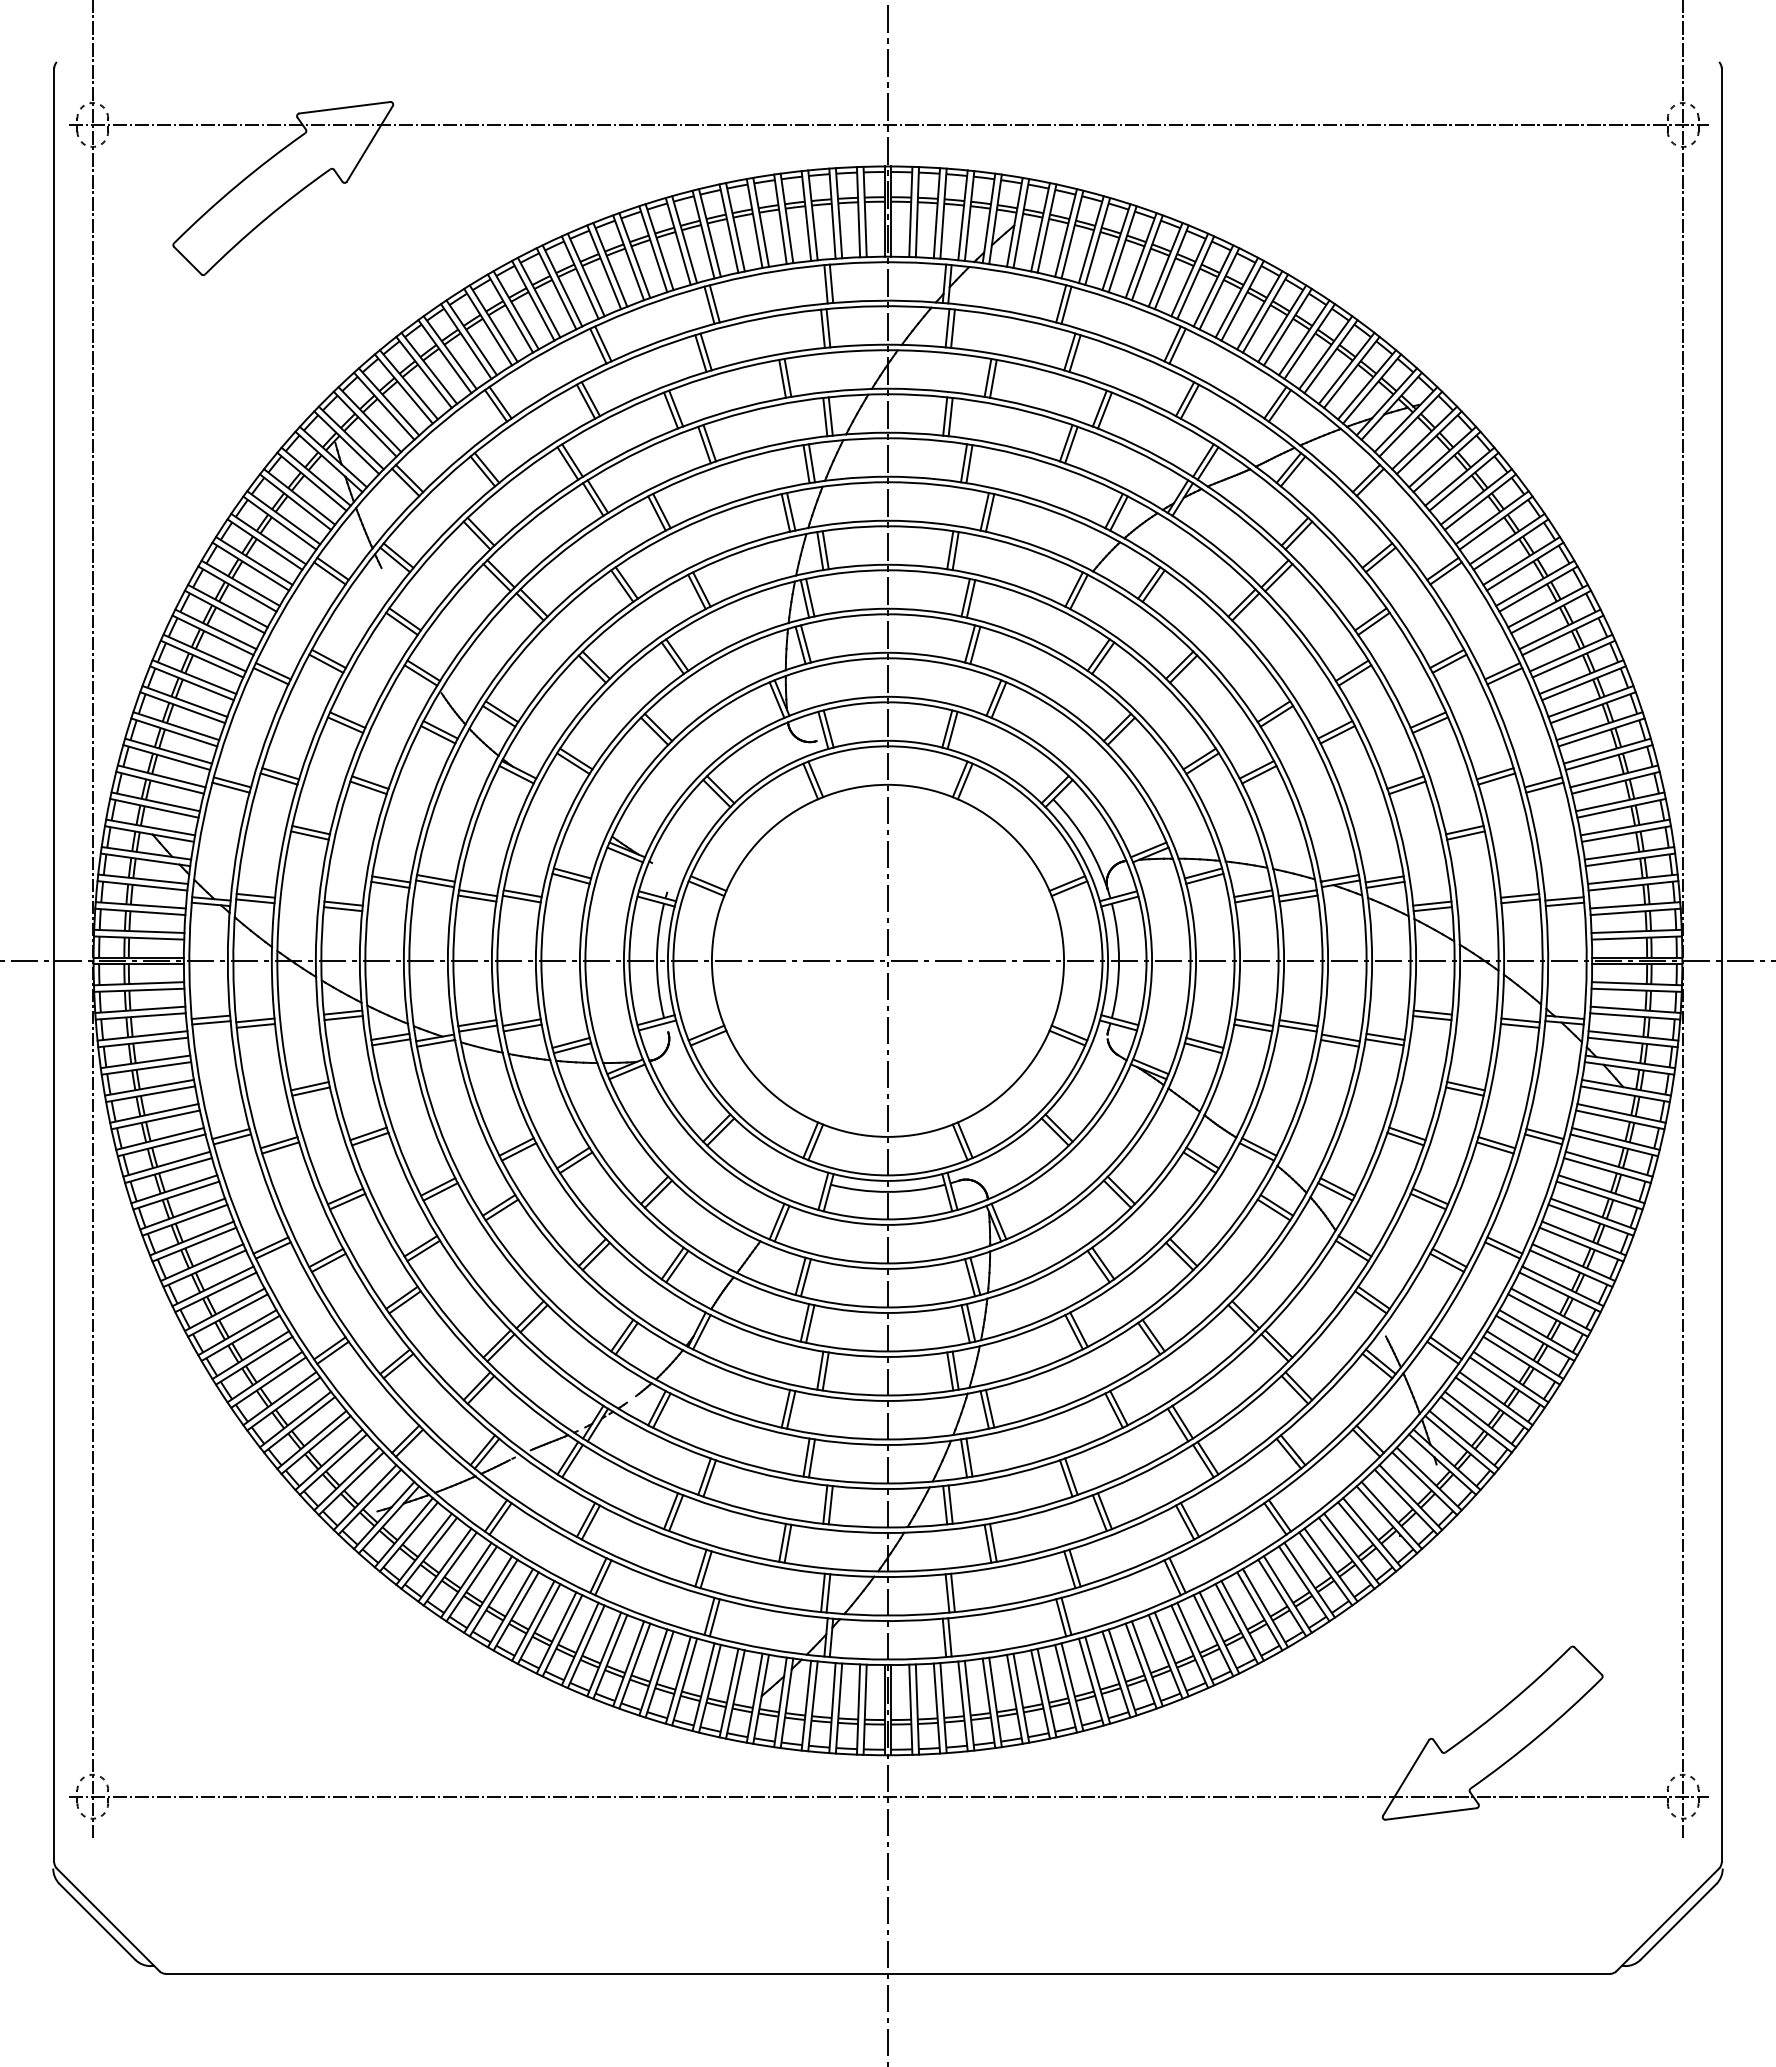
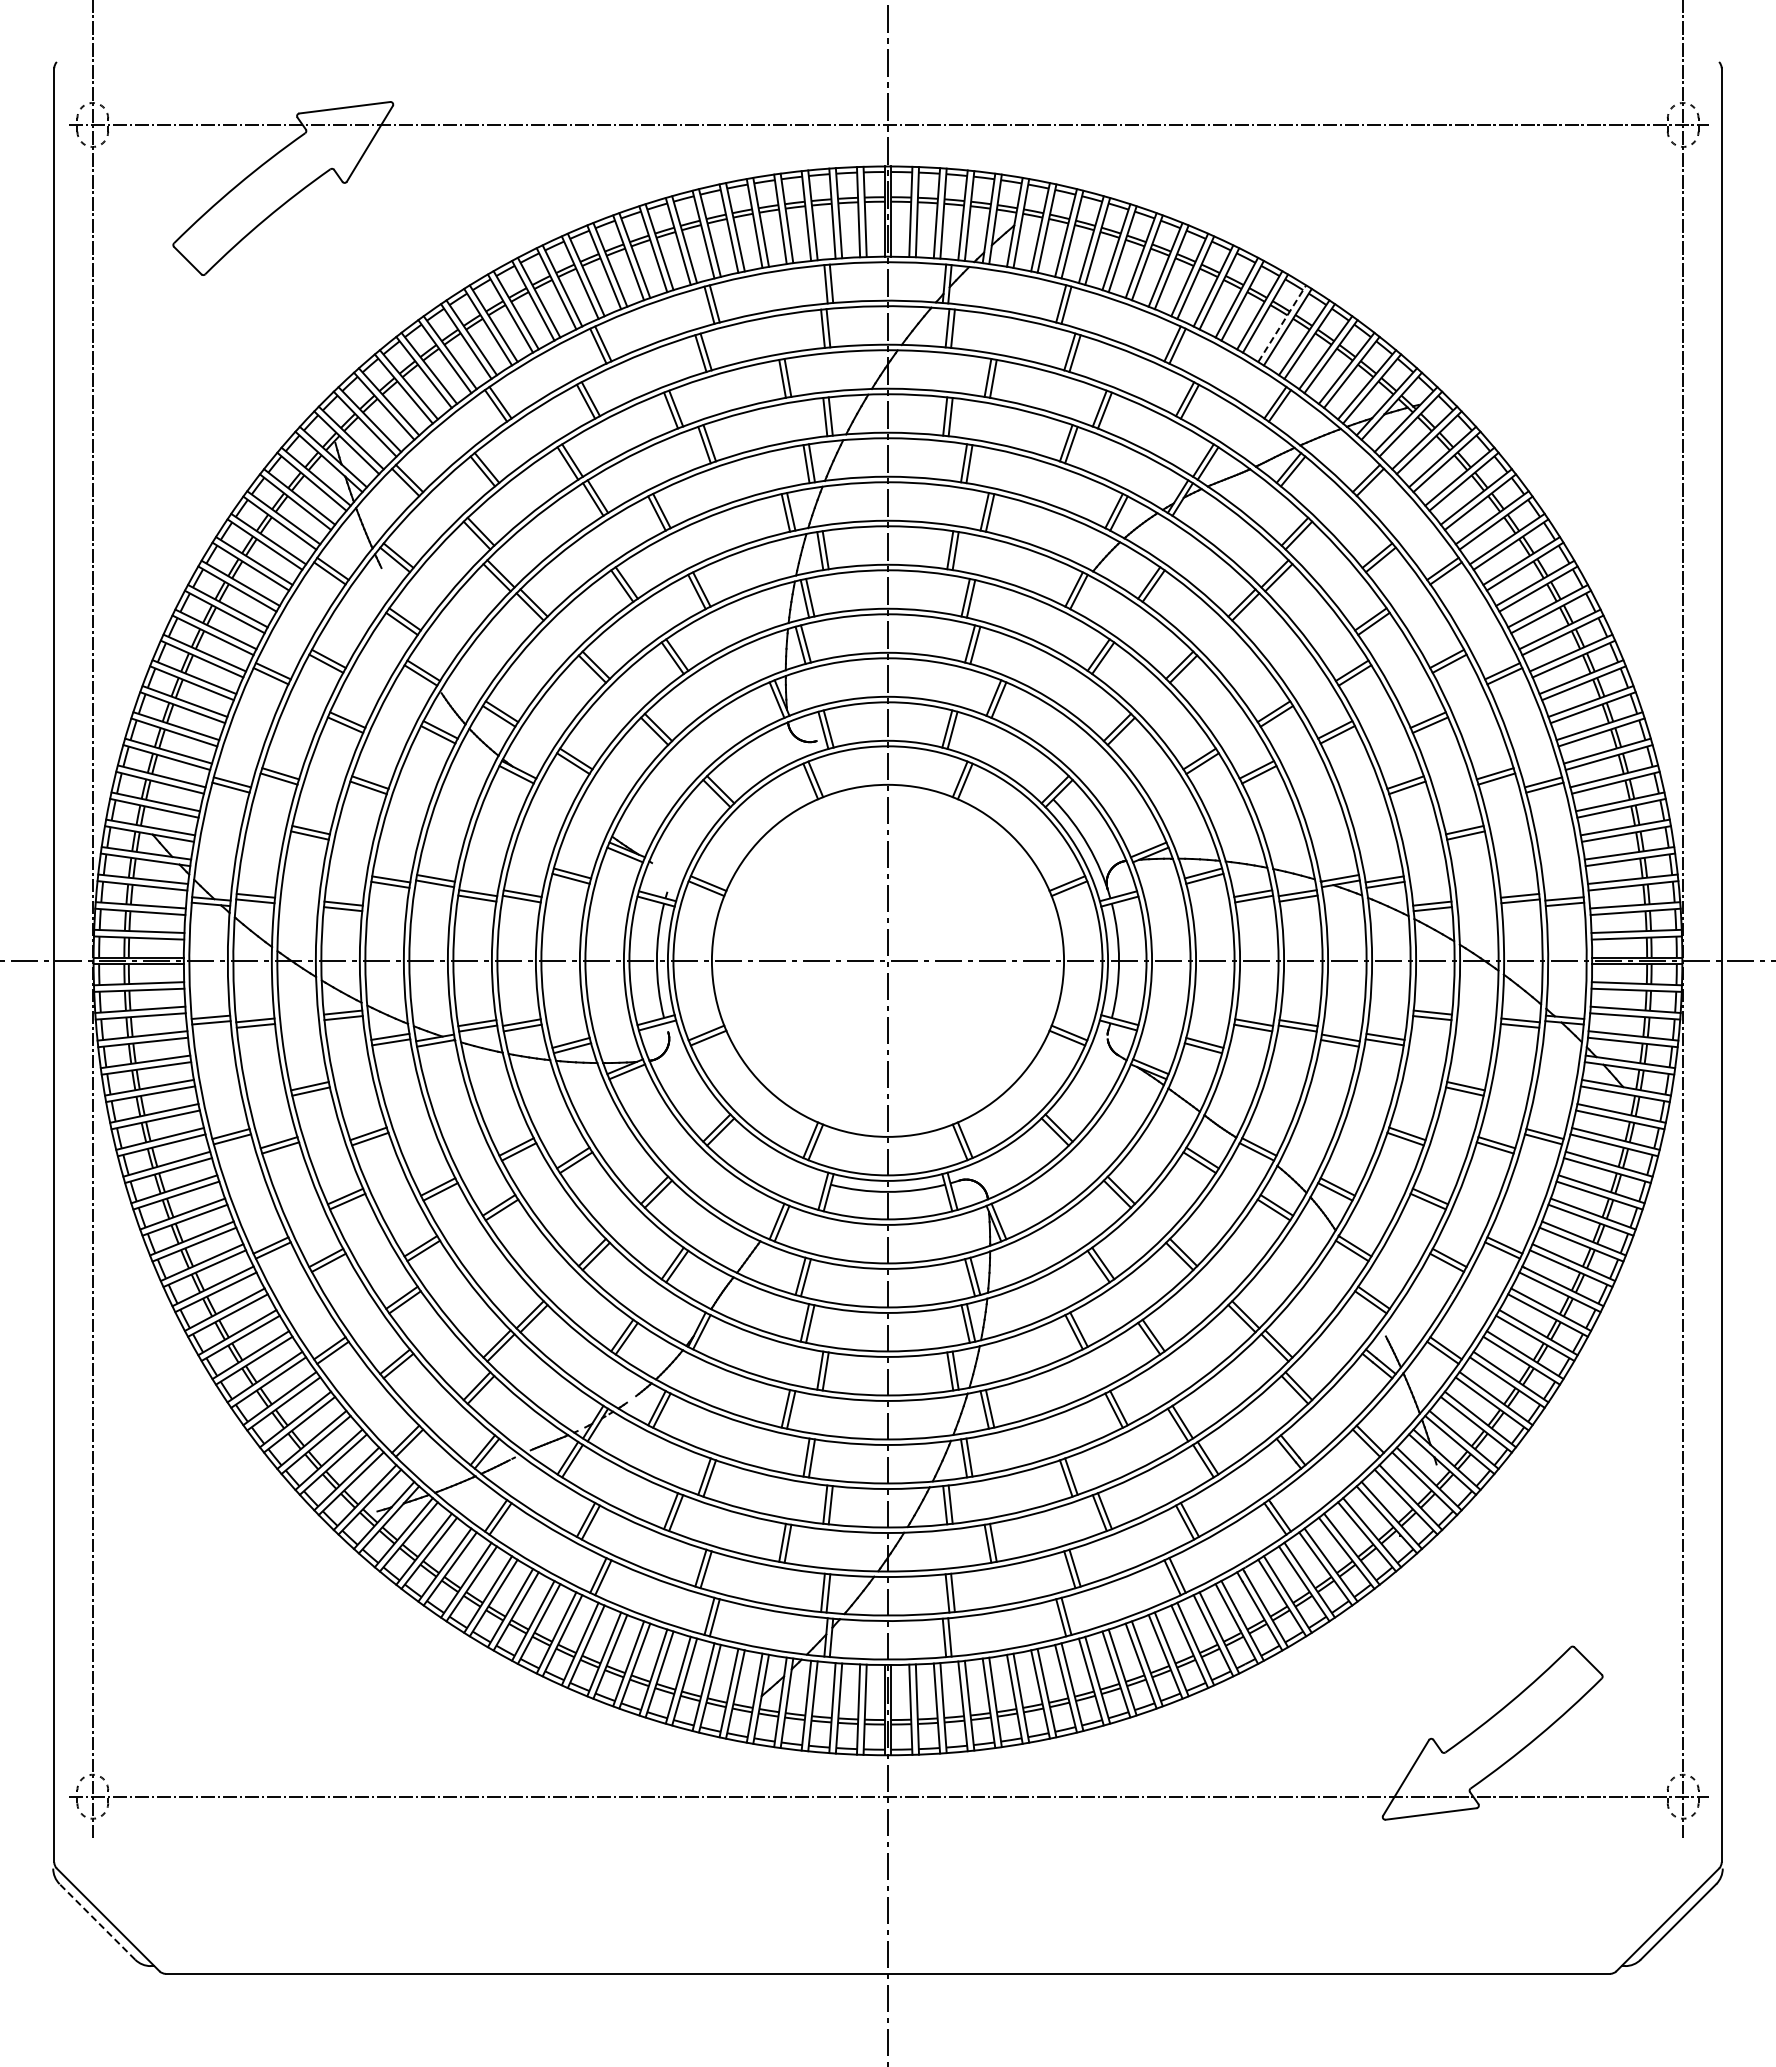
line at (1282, 323): solid -> dashed
line at (97, 1921): solid -> dashed
